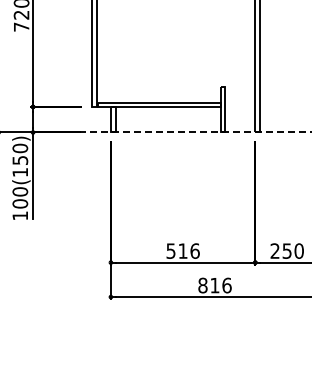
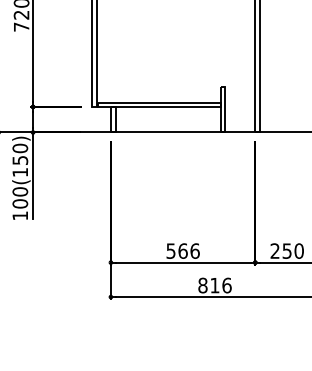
line at (185, 132): dashed -> solid
text at (182, 250): 516 -> 566
